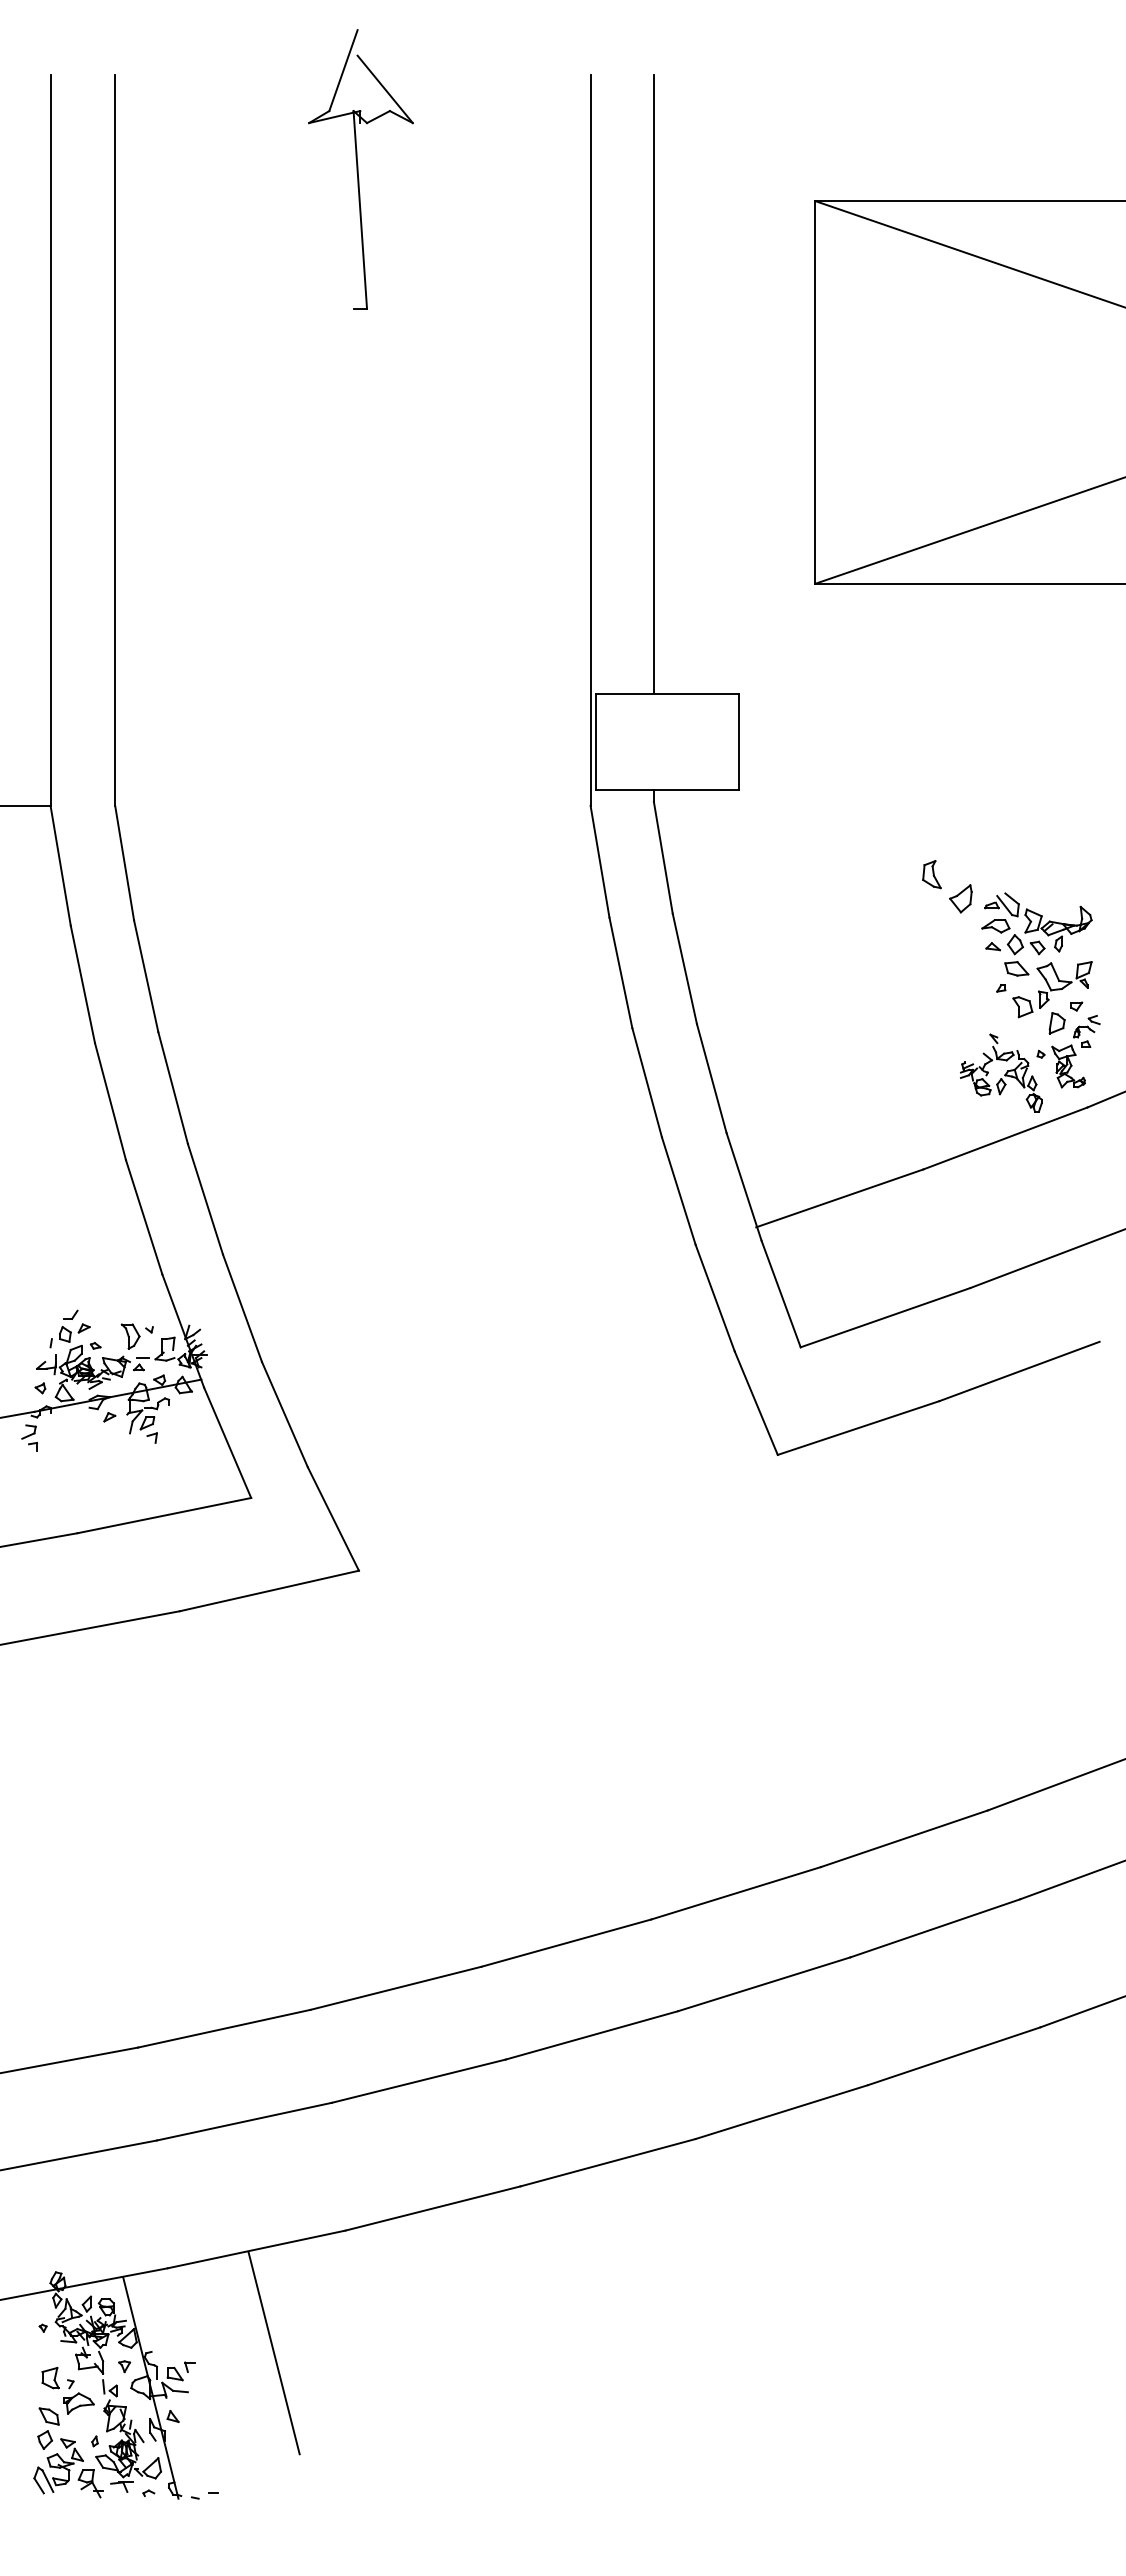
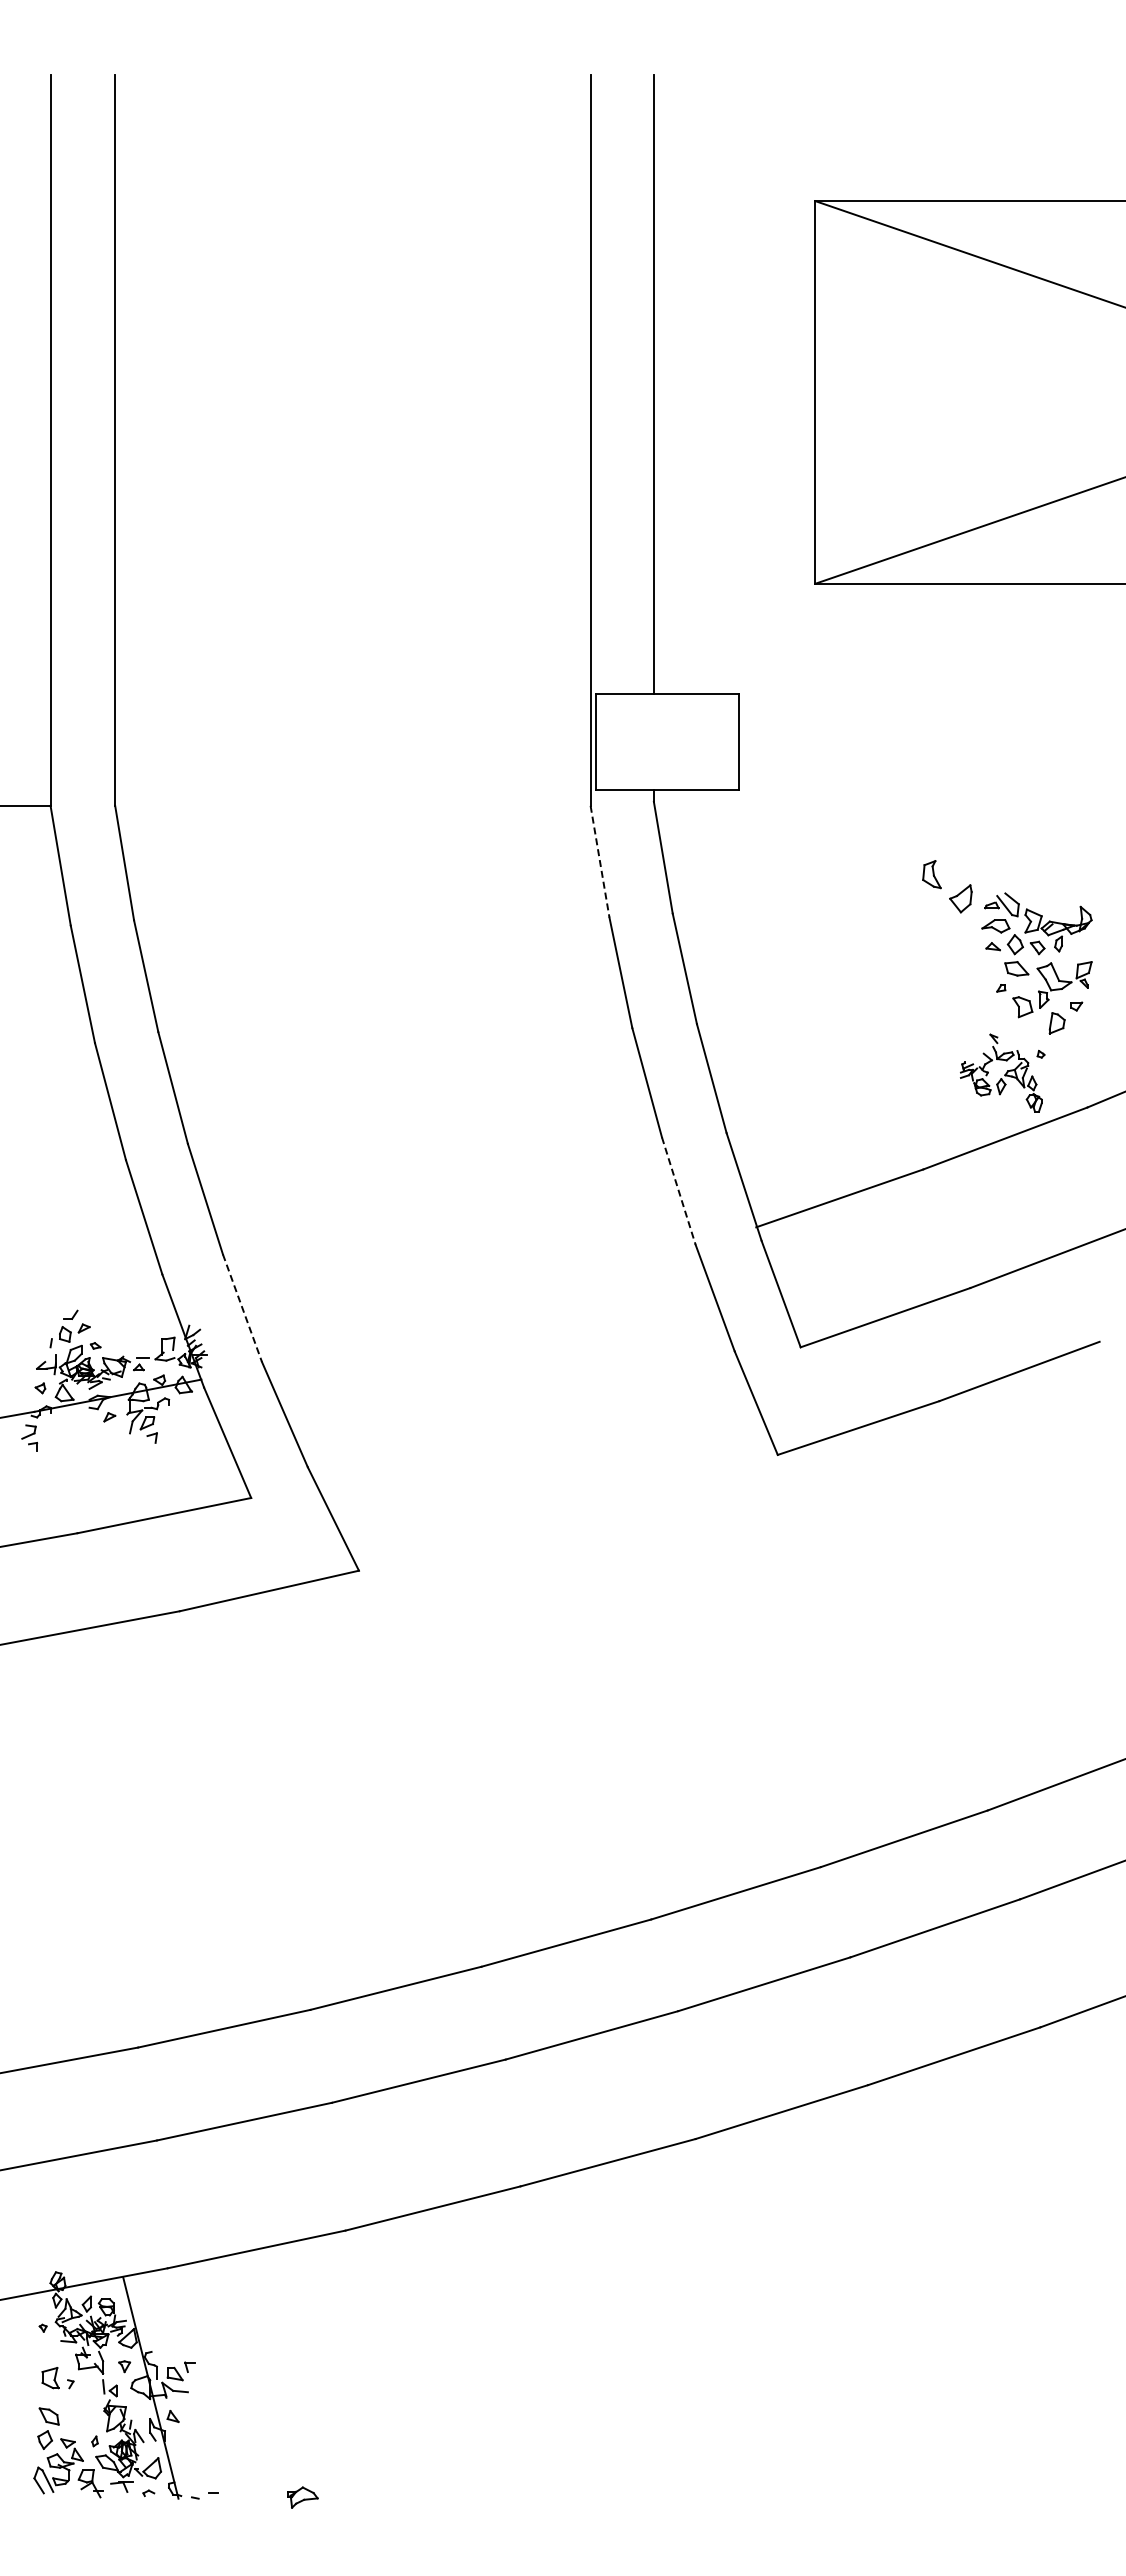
part at (360, 169): present -> none
line at (600, 861): solid -> dashed
part at (1075, 1051): present -> none
line at (678, 1191): solid -> dashed
line at (242, 1308): solid -> dashed
part at (136, 1336): present -> none
line at (273, 2353): present -> none
part at (78, 2403) position: (78, 2403) -> (302, 2497)
